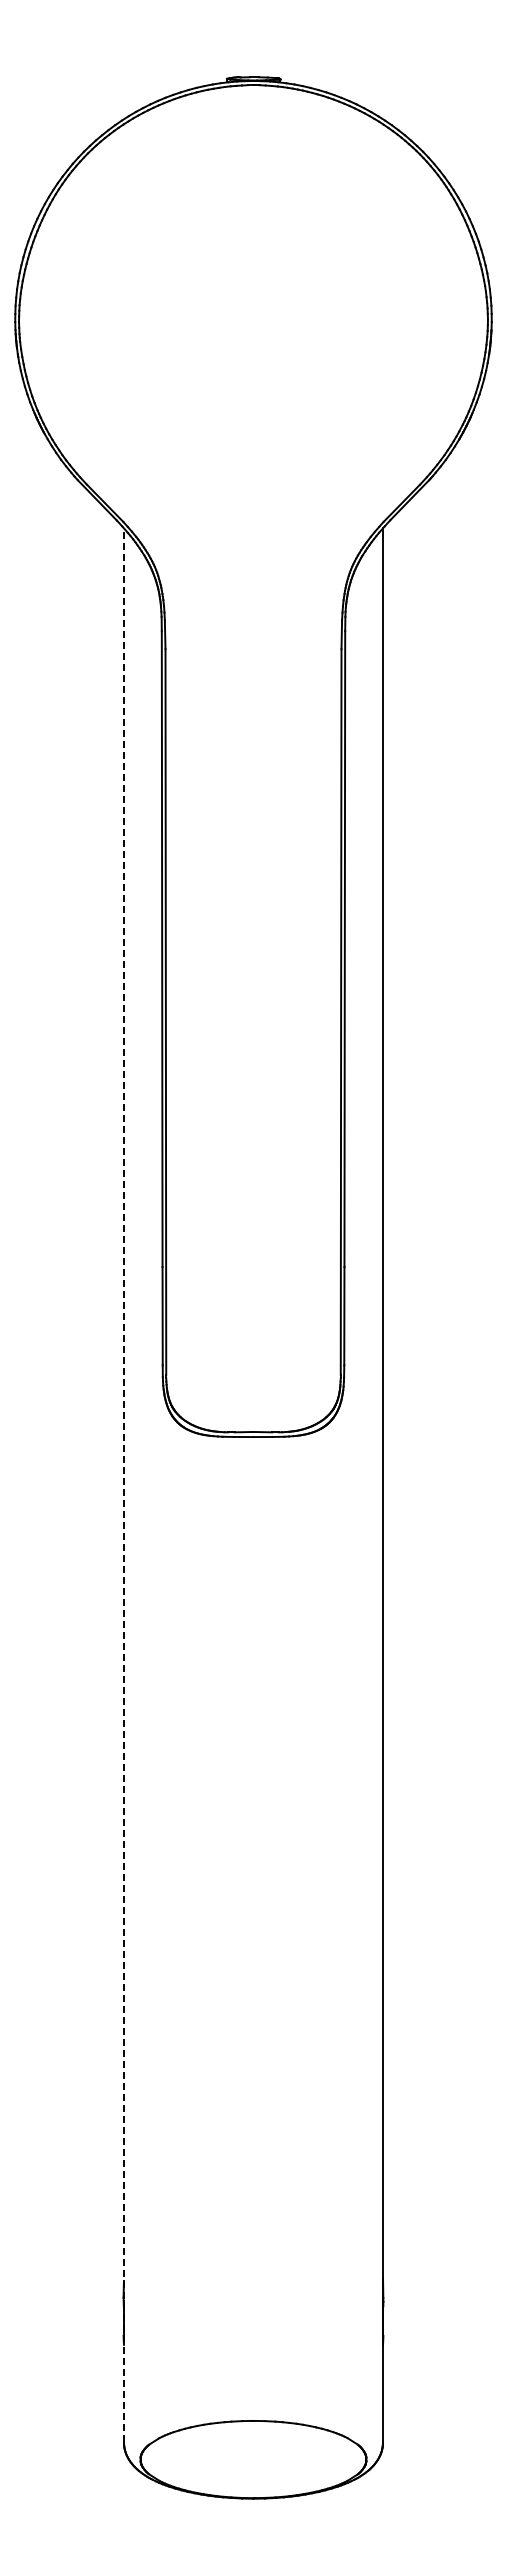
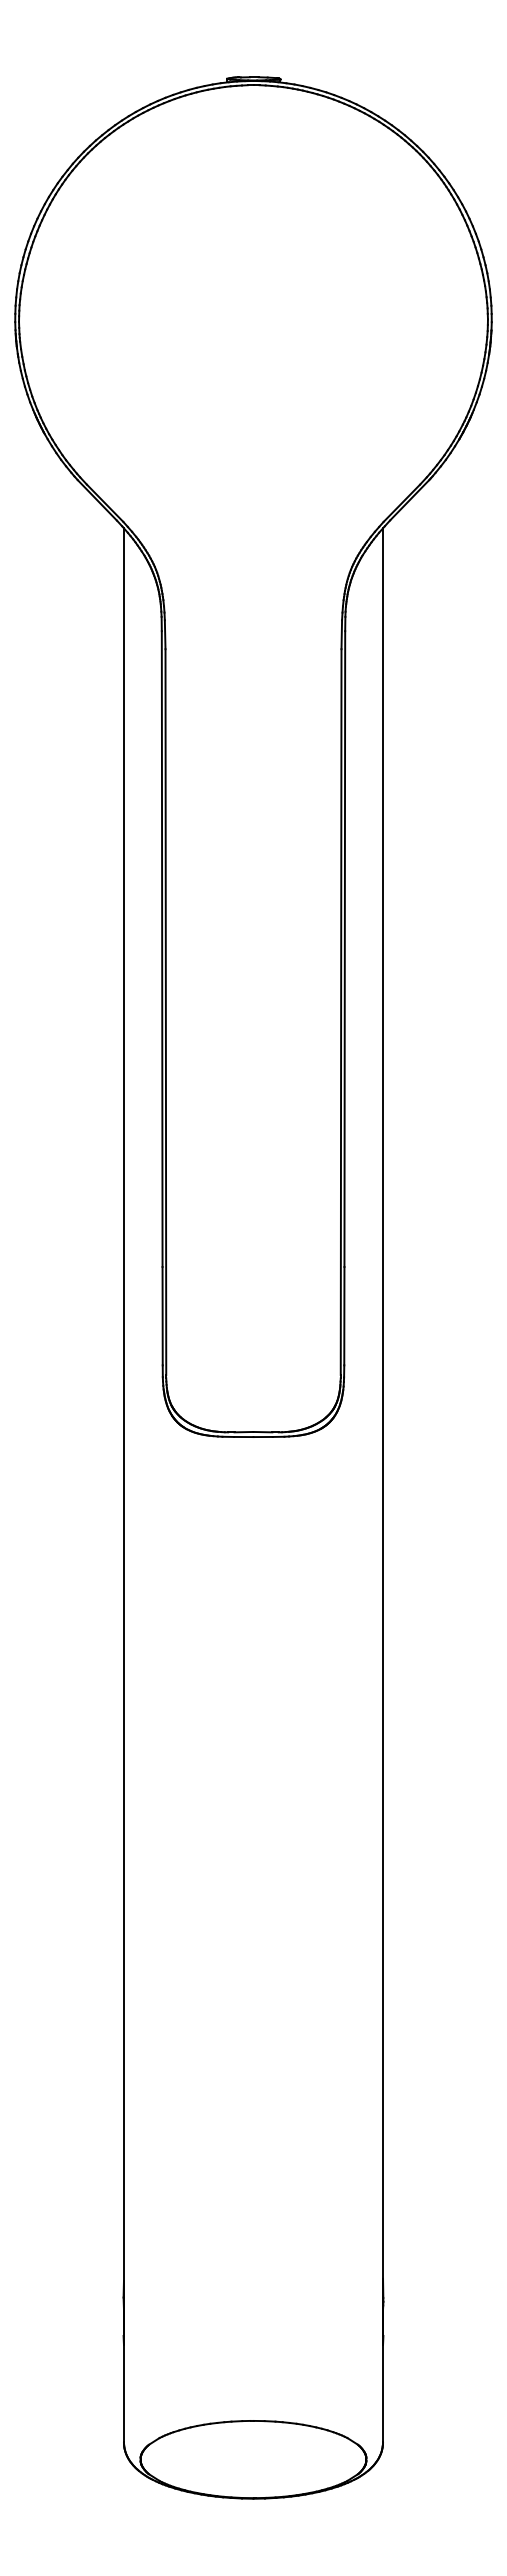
line at (123, 1485): dashed -> solid
